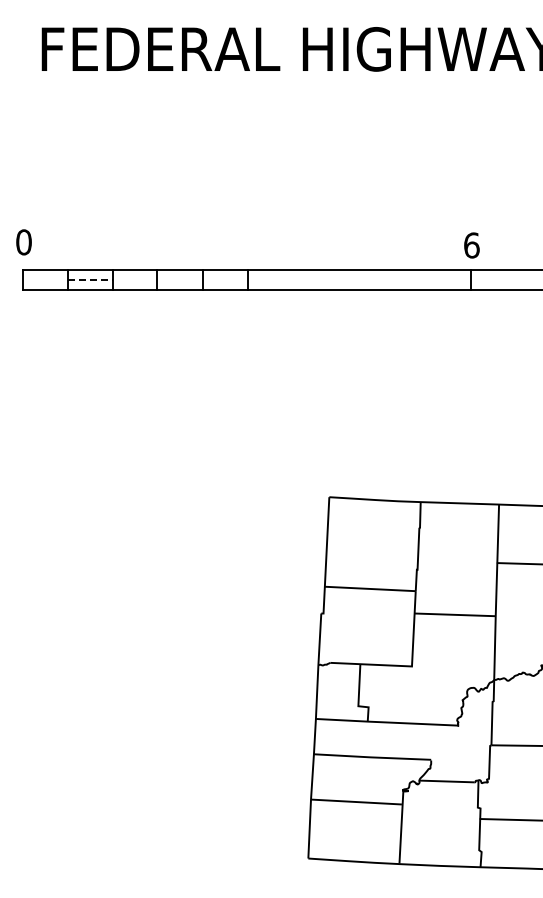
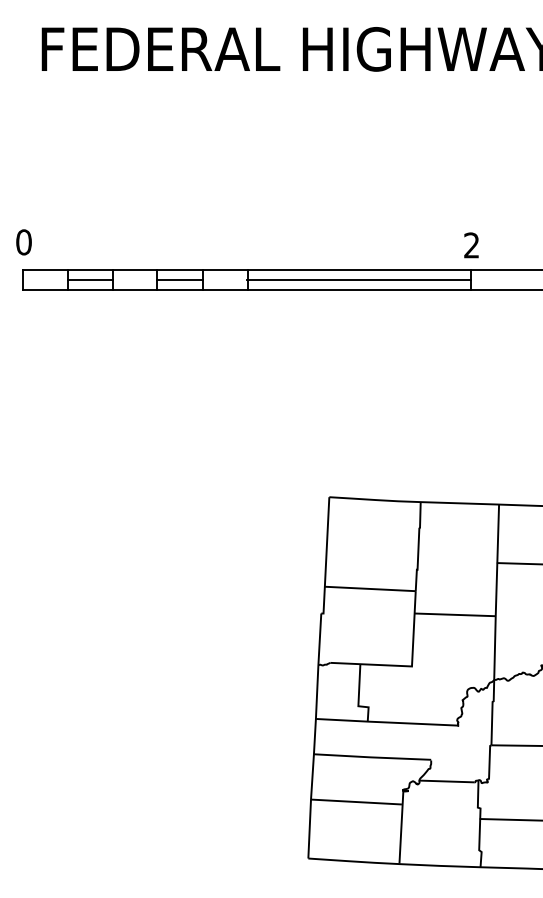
text at (471, 245): 6 -> 2
line at (90, 280): dashed -> solid
line at (179, 280): none -> present
line at (358, 280): none -> present
